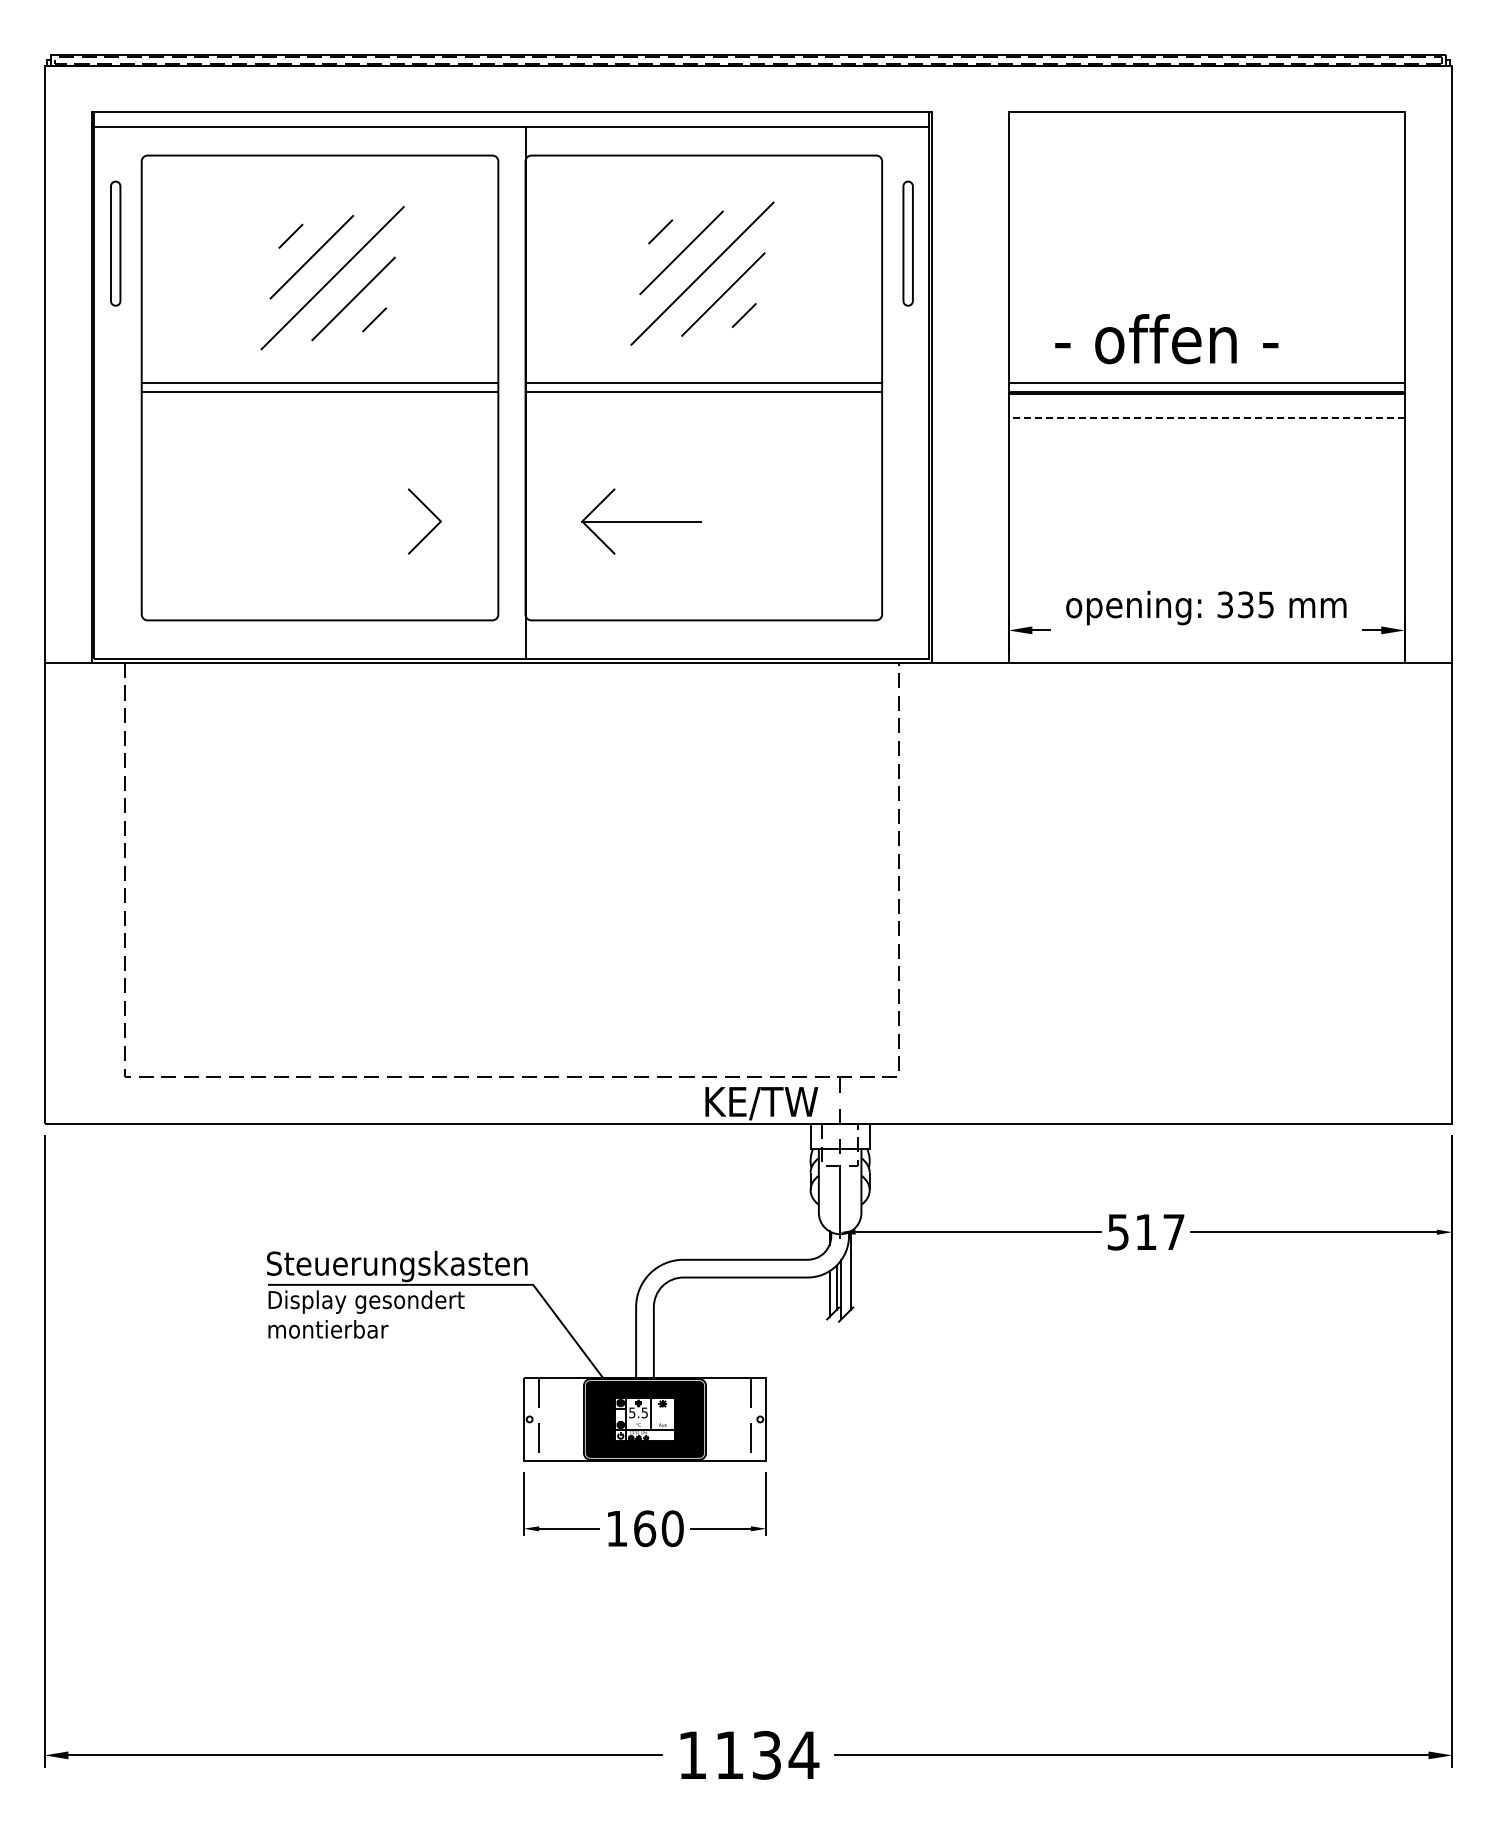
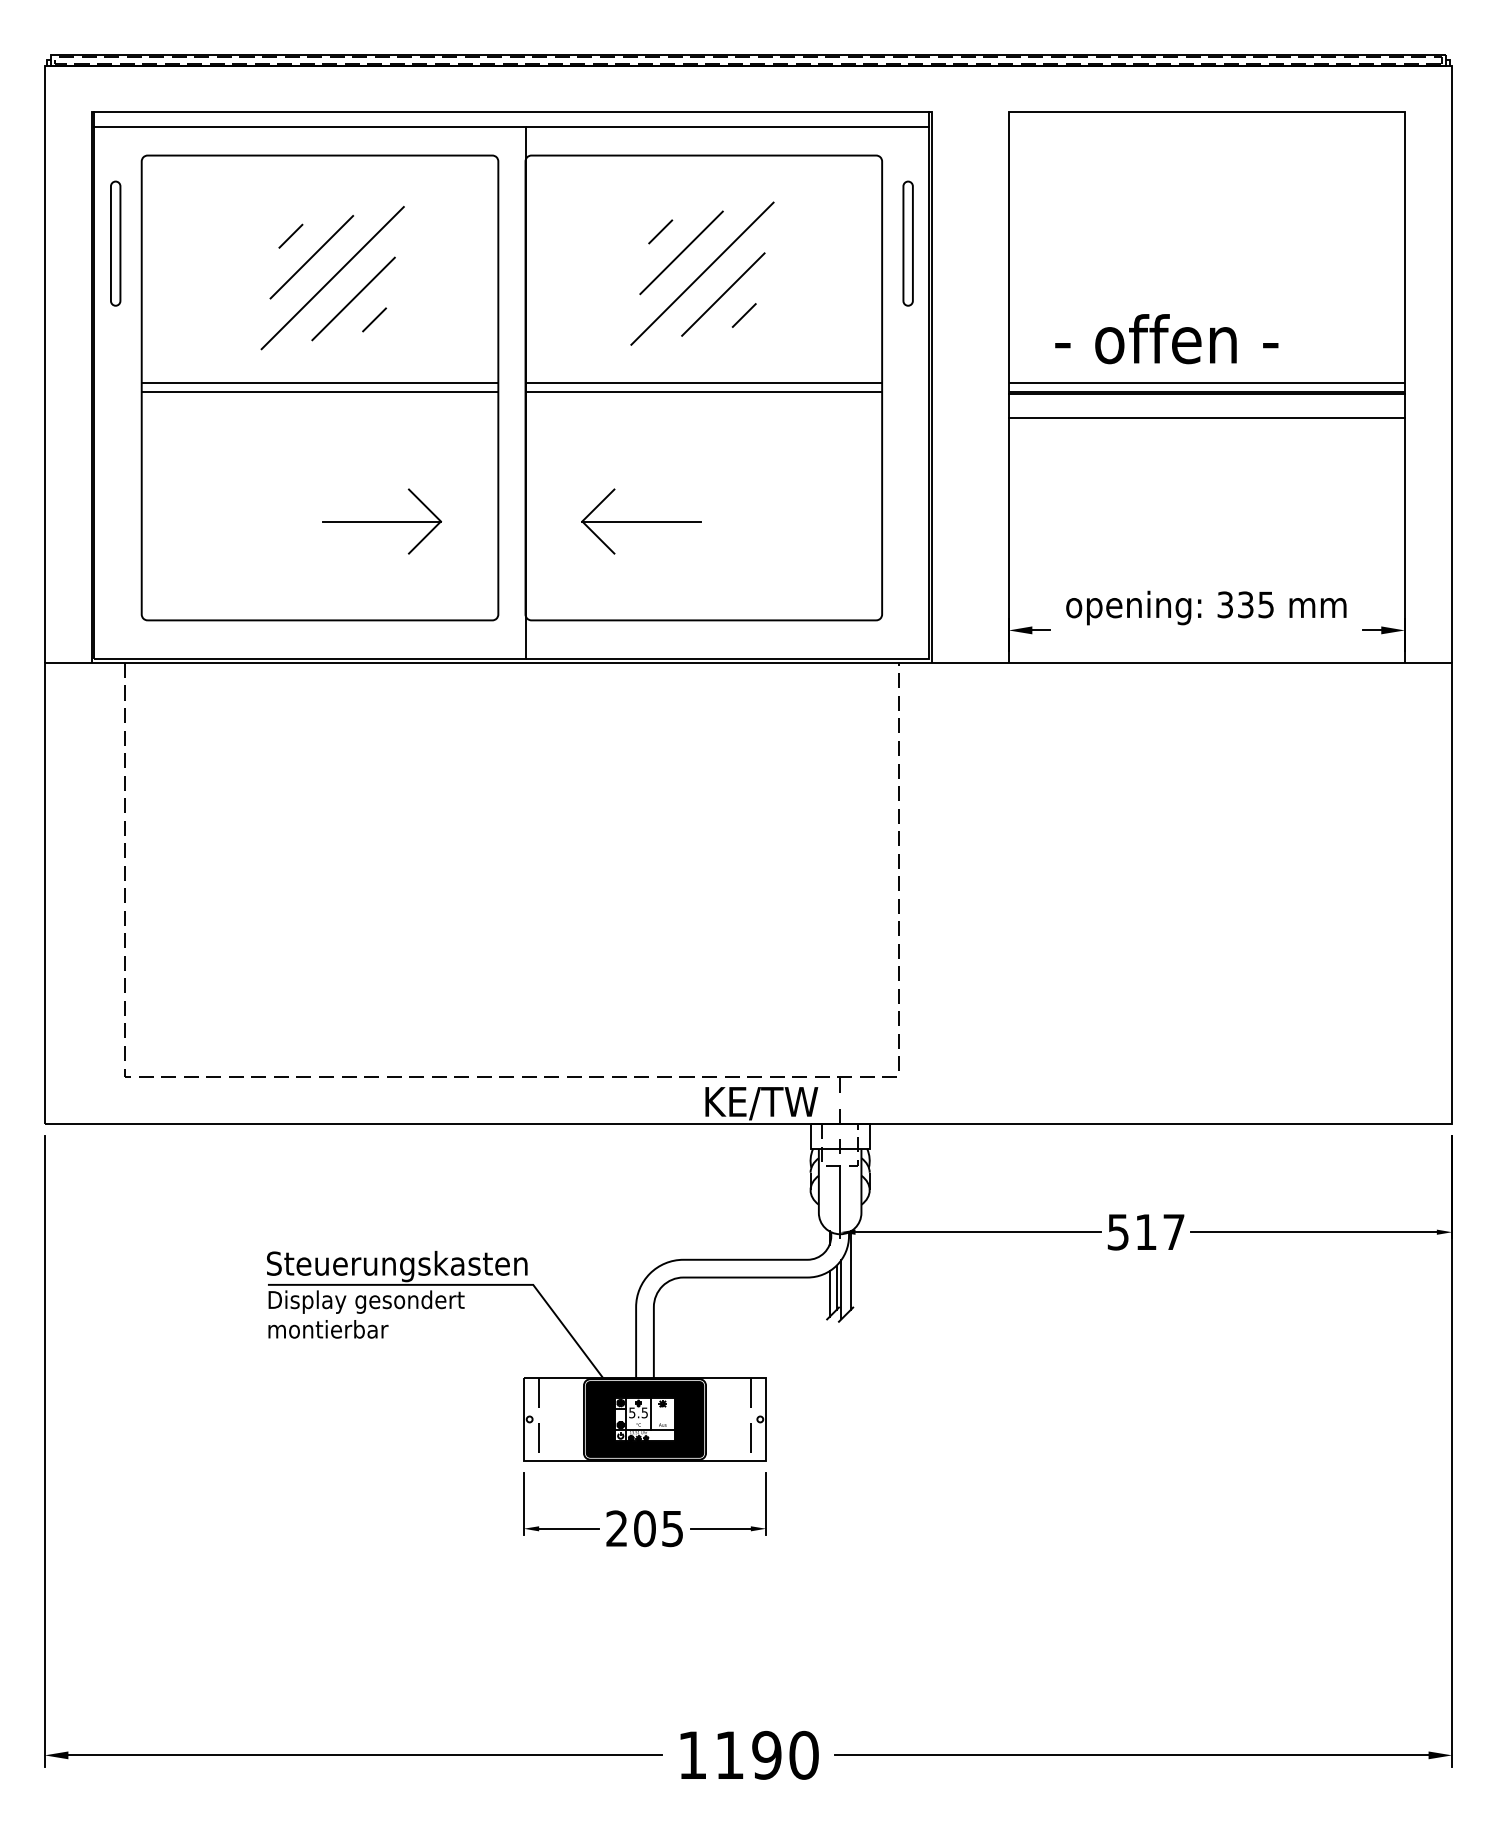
line at (1206, 418): dashed -> solid
line at (381, 521): none -> present
text at (644, 1528): 160 -> 205
text at (785, 1754): 1134 -> 1190
